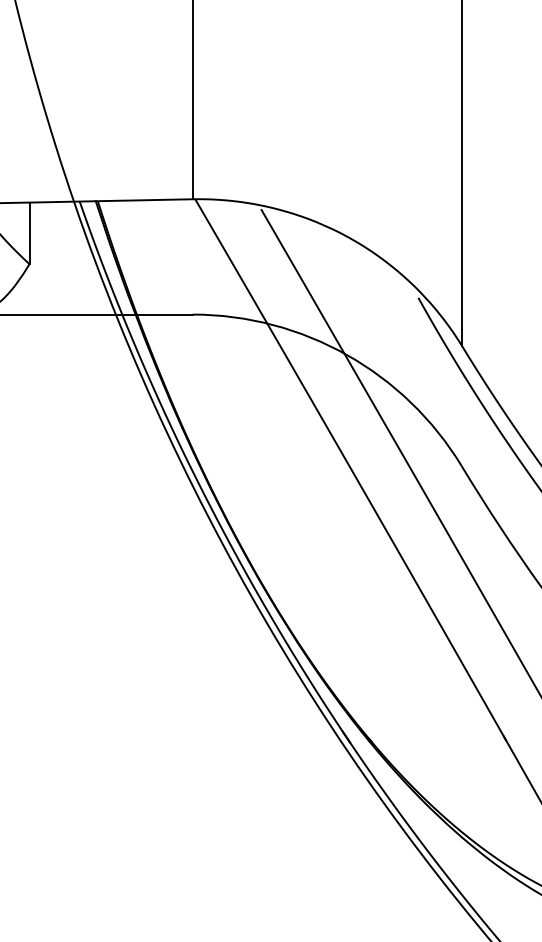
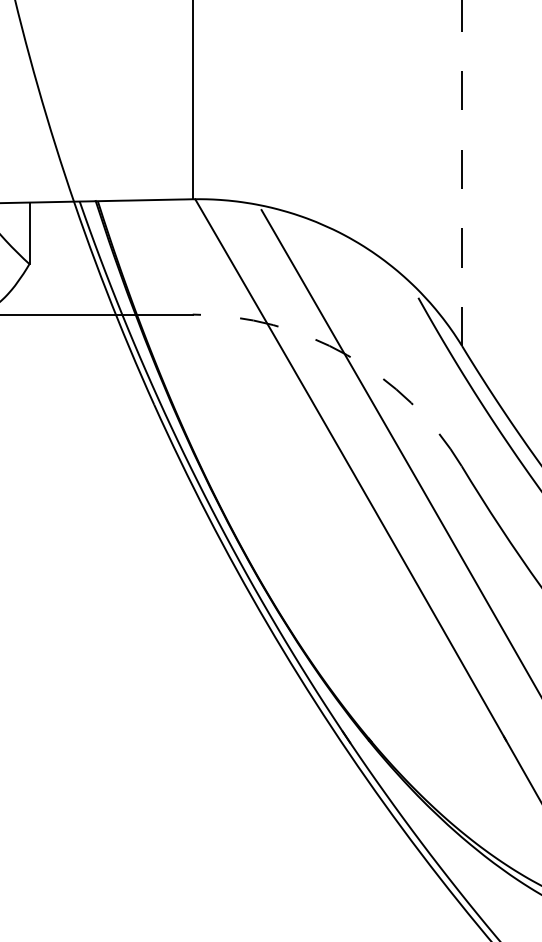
line at (462, 173): solid -> dashed
arc at (347, 355): solid -> dashed
